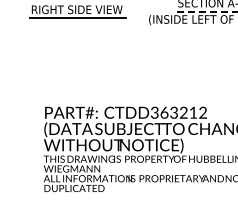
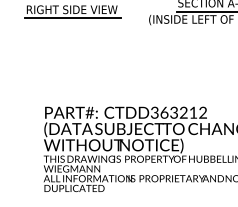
part at (77, 11) position: (77, 11) -> (72, 11)
line at (207, 11): dashed -> solid
